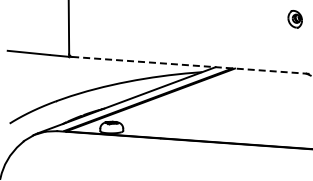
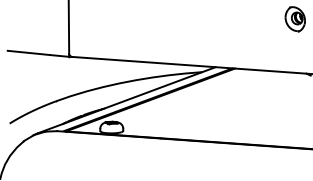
part at (294, 19) size: 16x19 px -> 22x27 px
line at (192, 65): dashed -> solid
